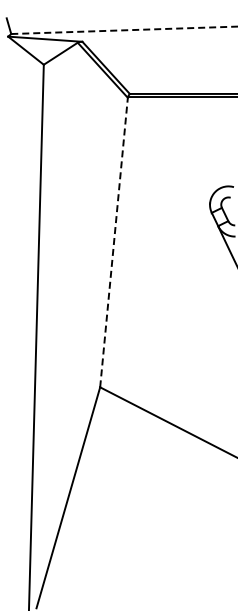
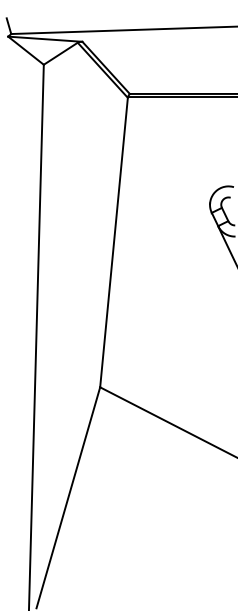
line at (125, 30): dashed -> solid
line at (114, 242): dashed -> solid
